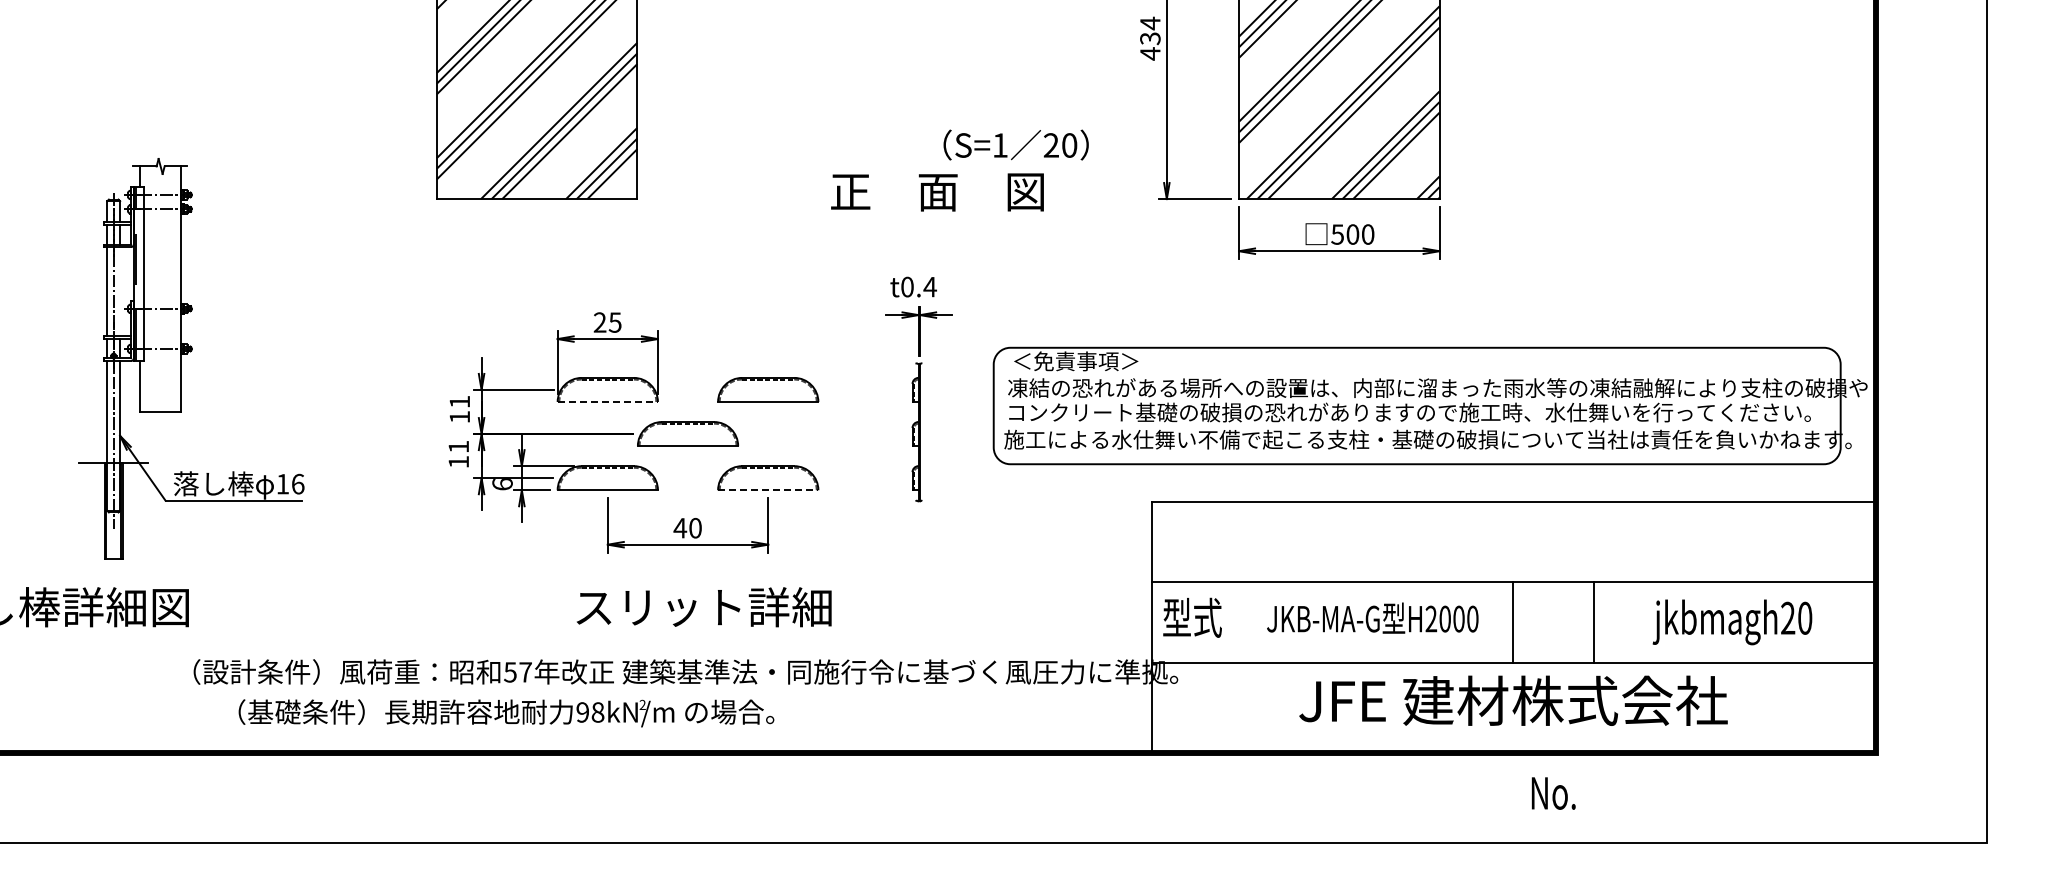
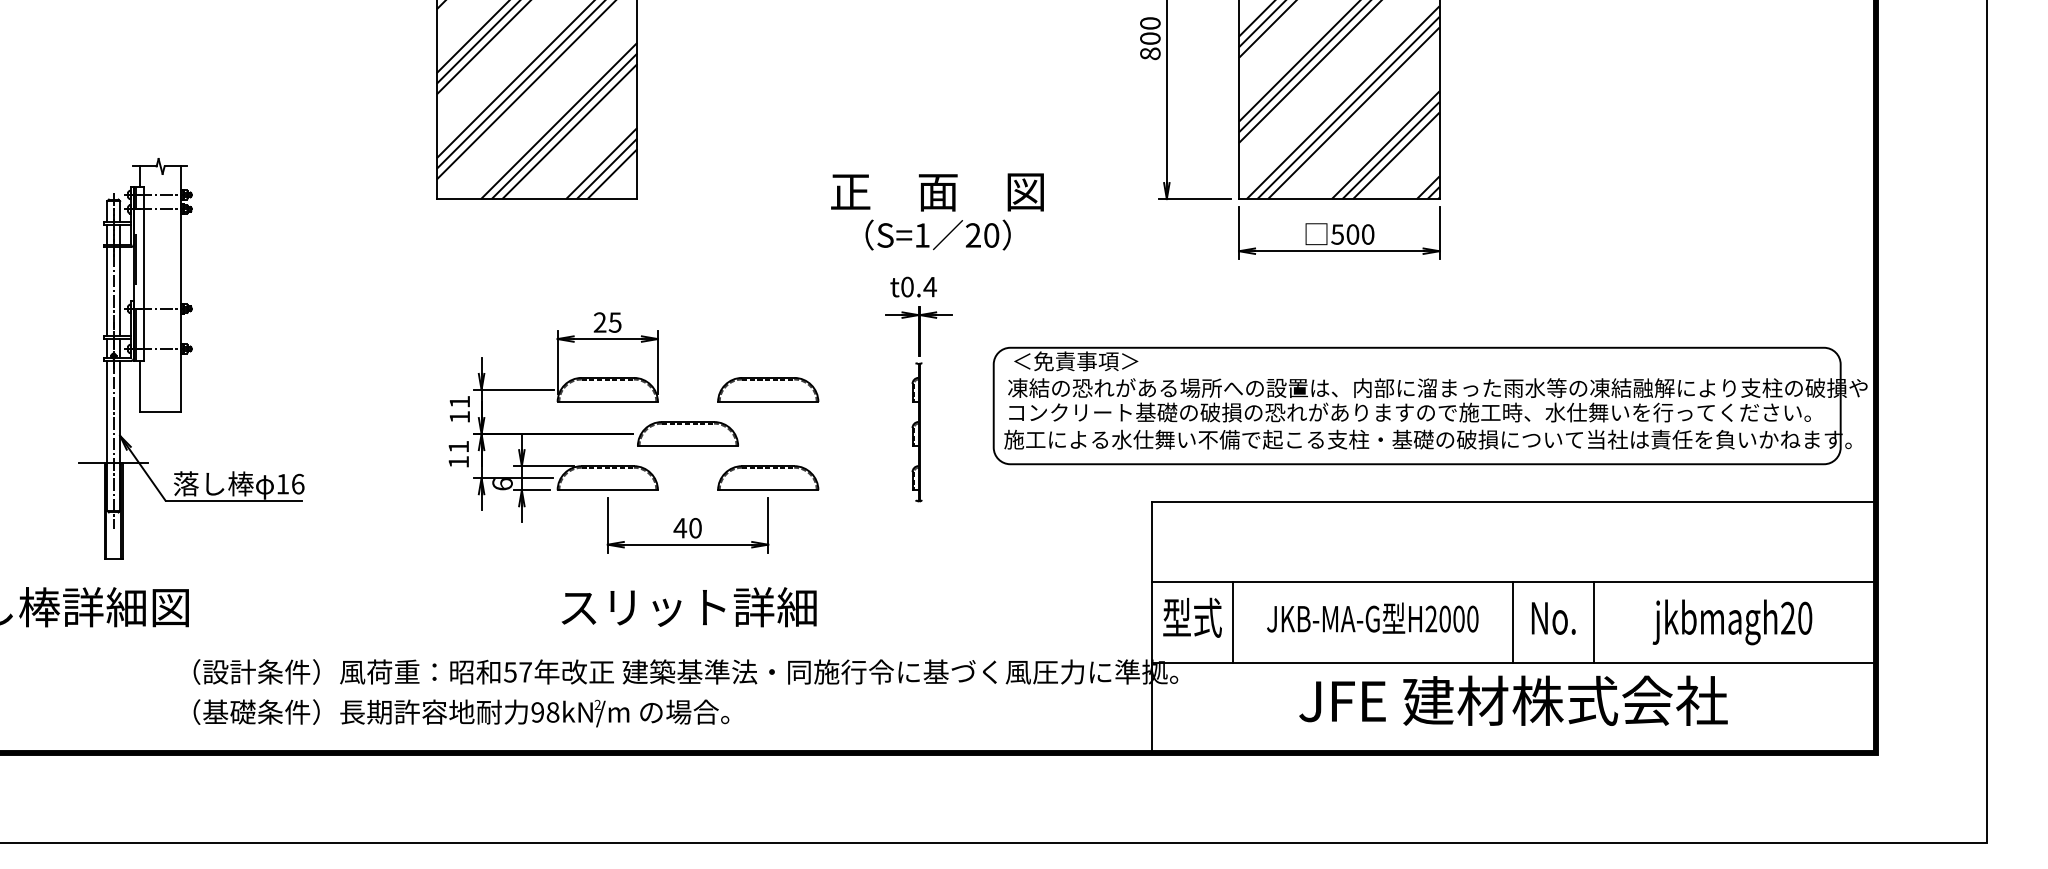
text at (1150, 38): 434 -> 800
text at (1015, 144) position: (1015, 144) -> (937, 234)
line at (120, 291): none -> present
line at (608, 402): dashed -> solid
line at (768, 490): dashed -> solid
text at (703, 607) position: (703, 607) -> (688, 607)
line at (1232, 622): none -> present
text at (506, 713) position: (506, 713) -> (461, 713)
text at (1553, 793) position: (1553, 793) -> (1553, 618)
